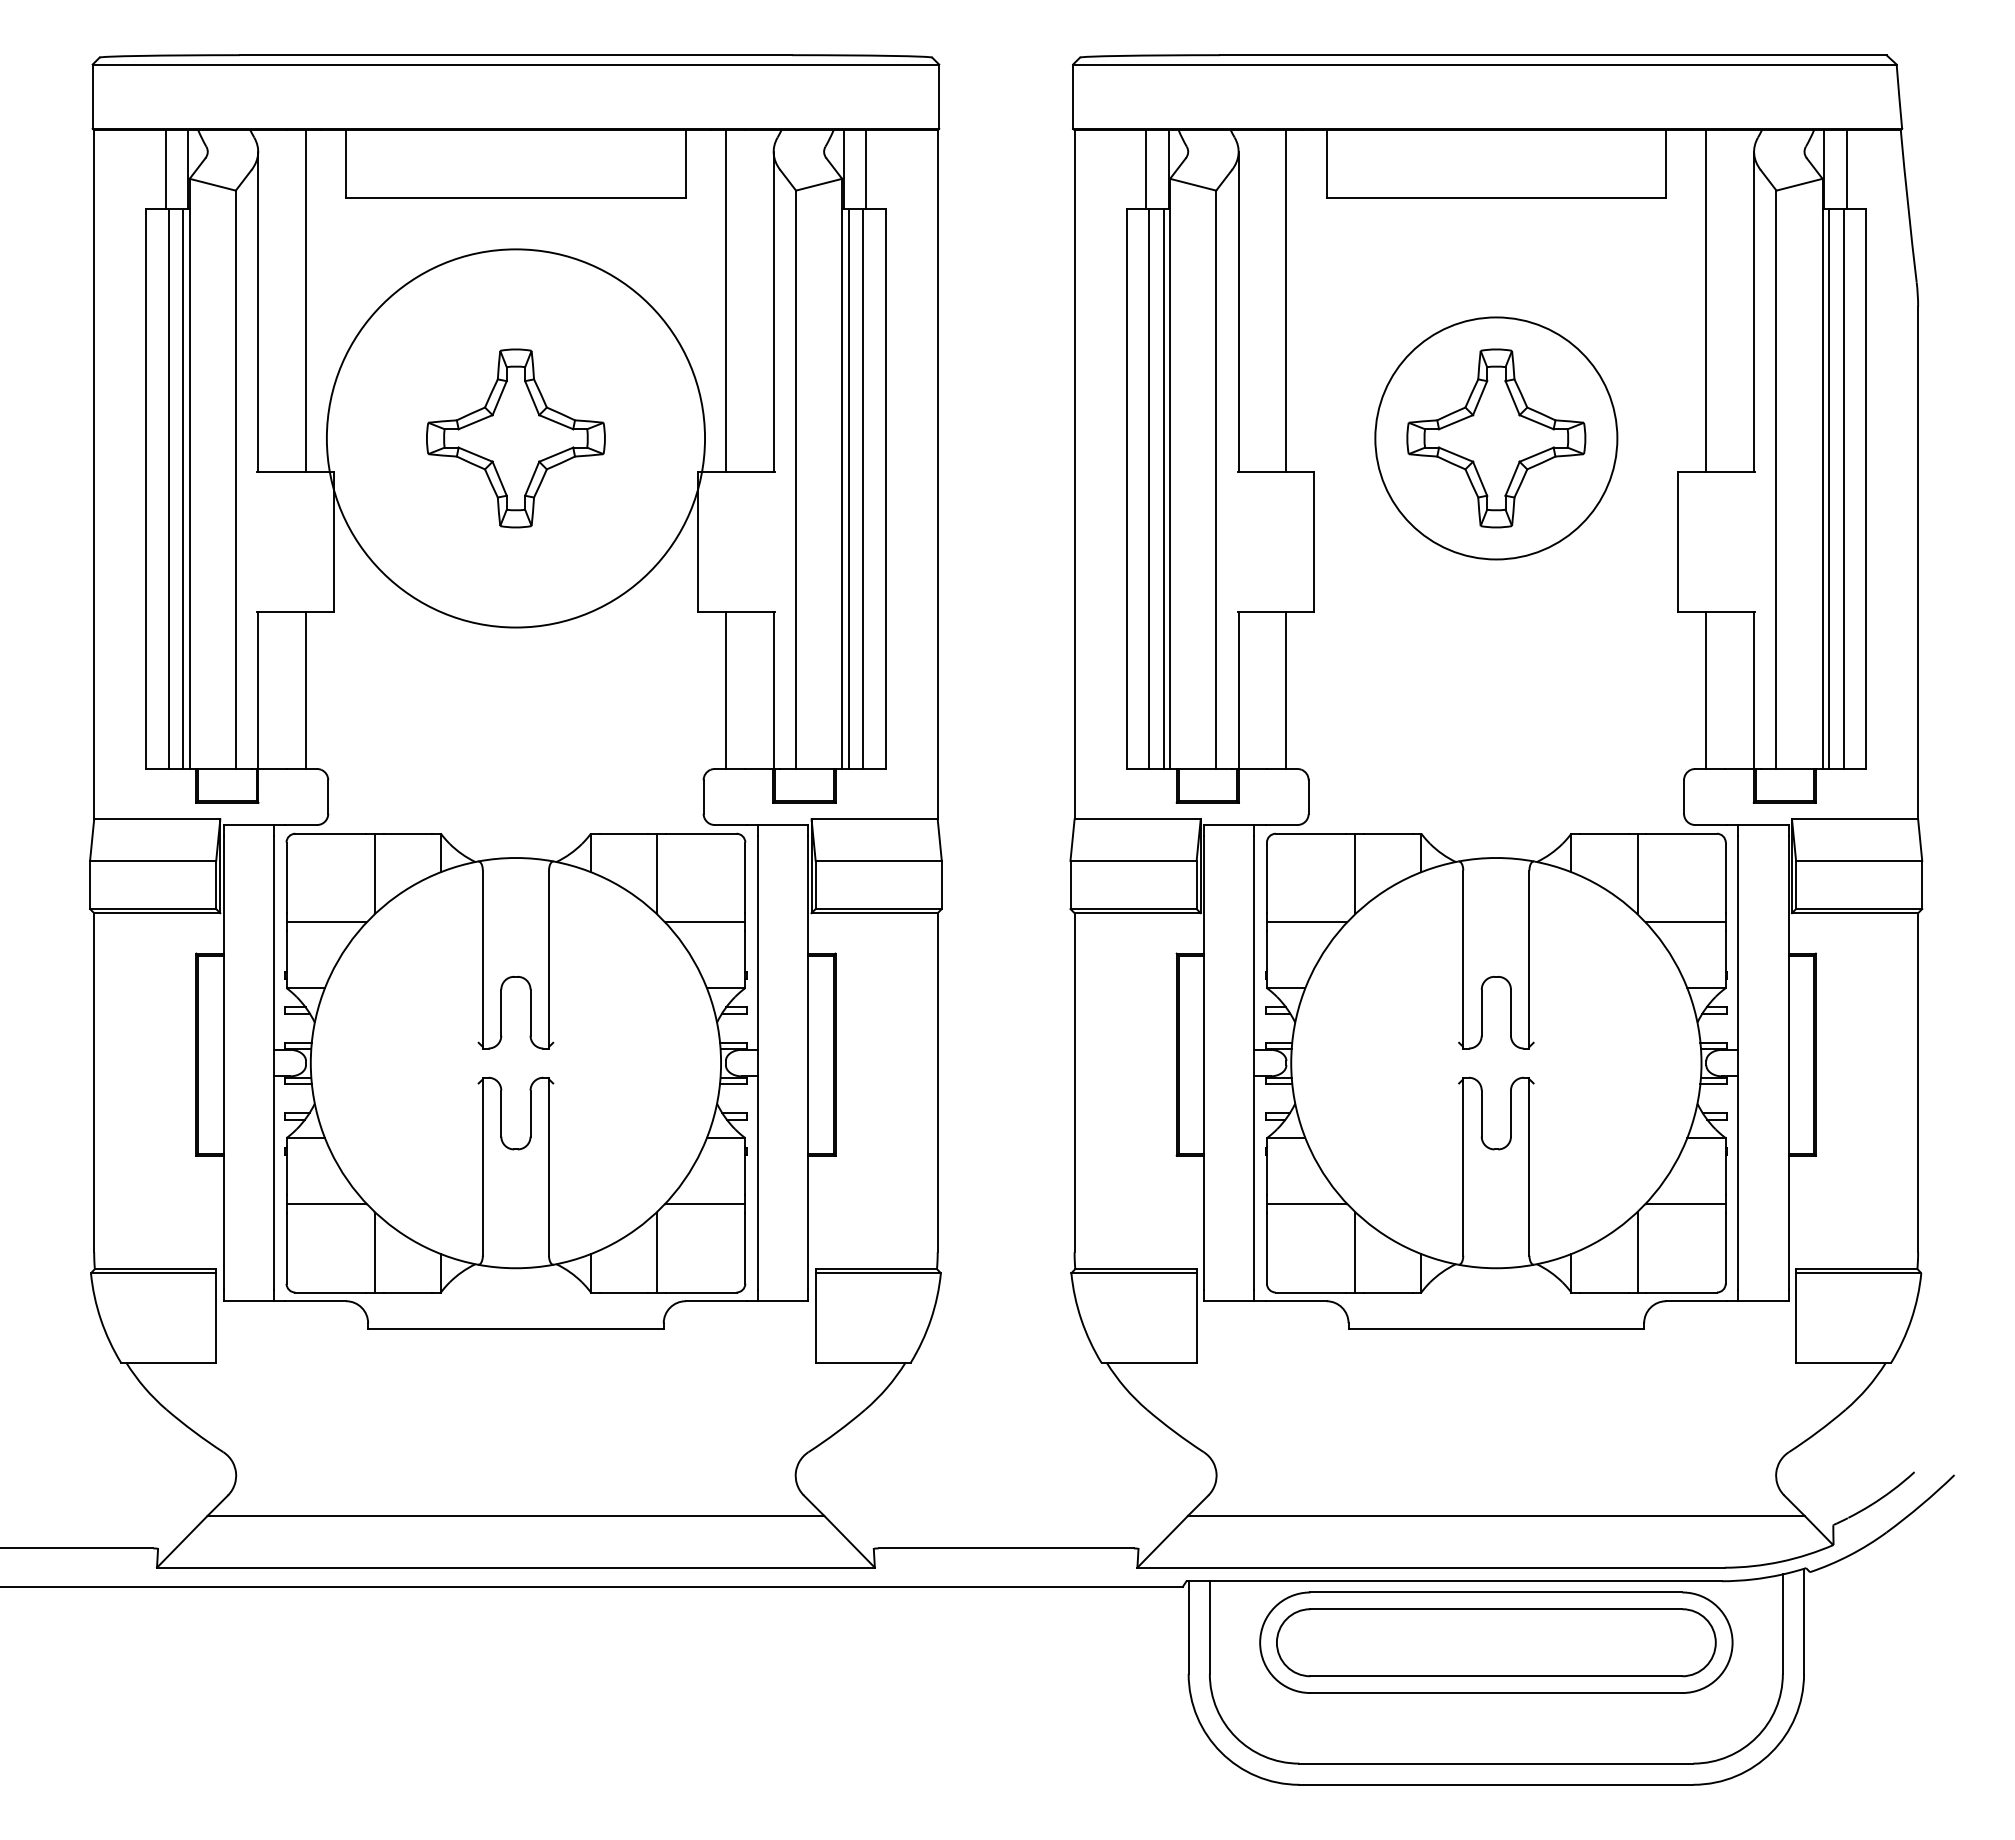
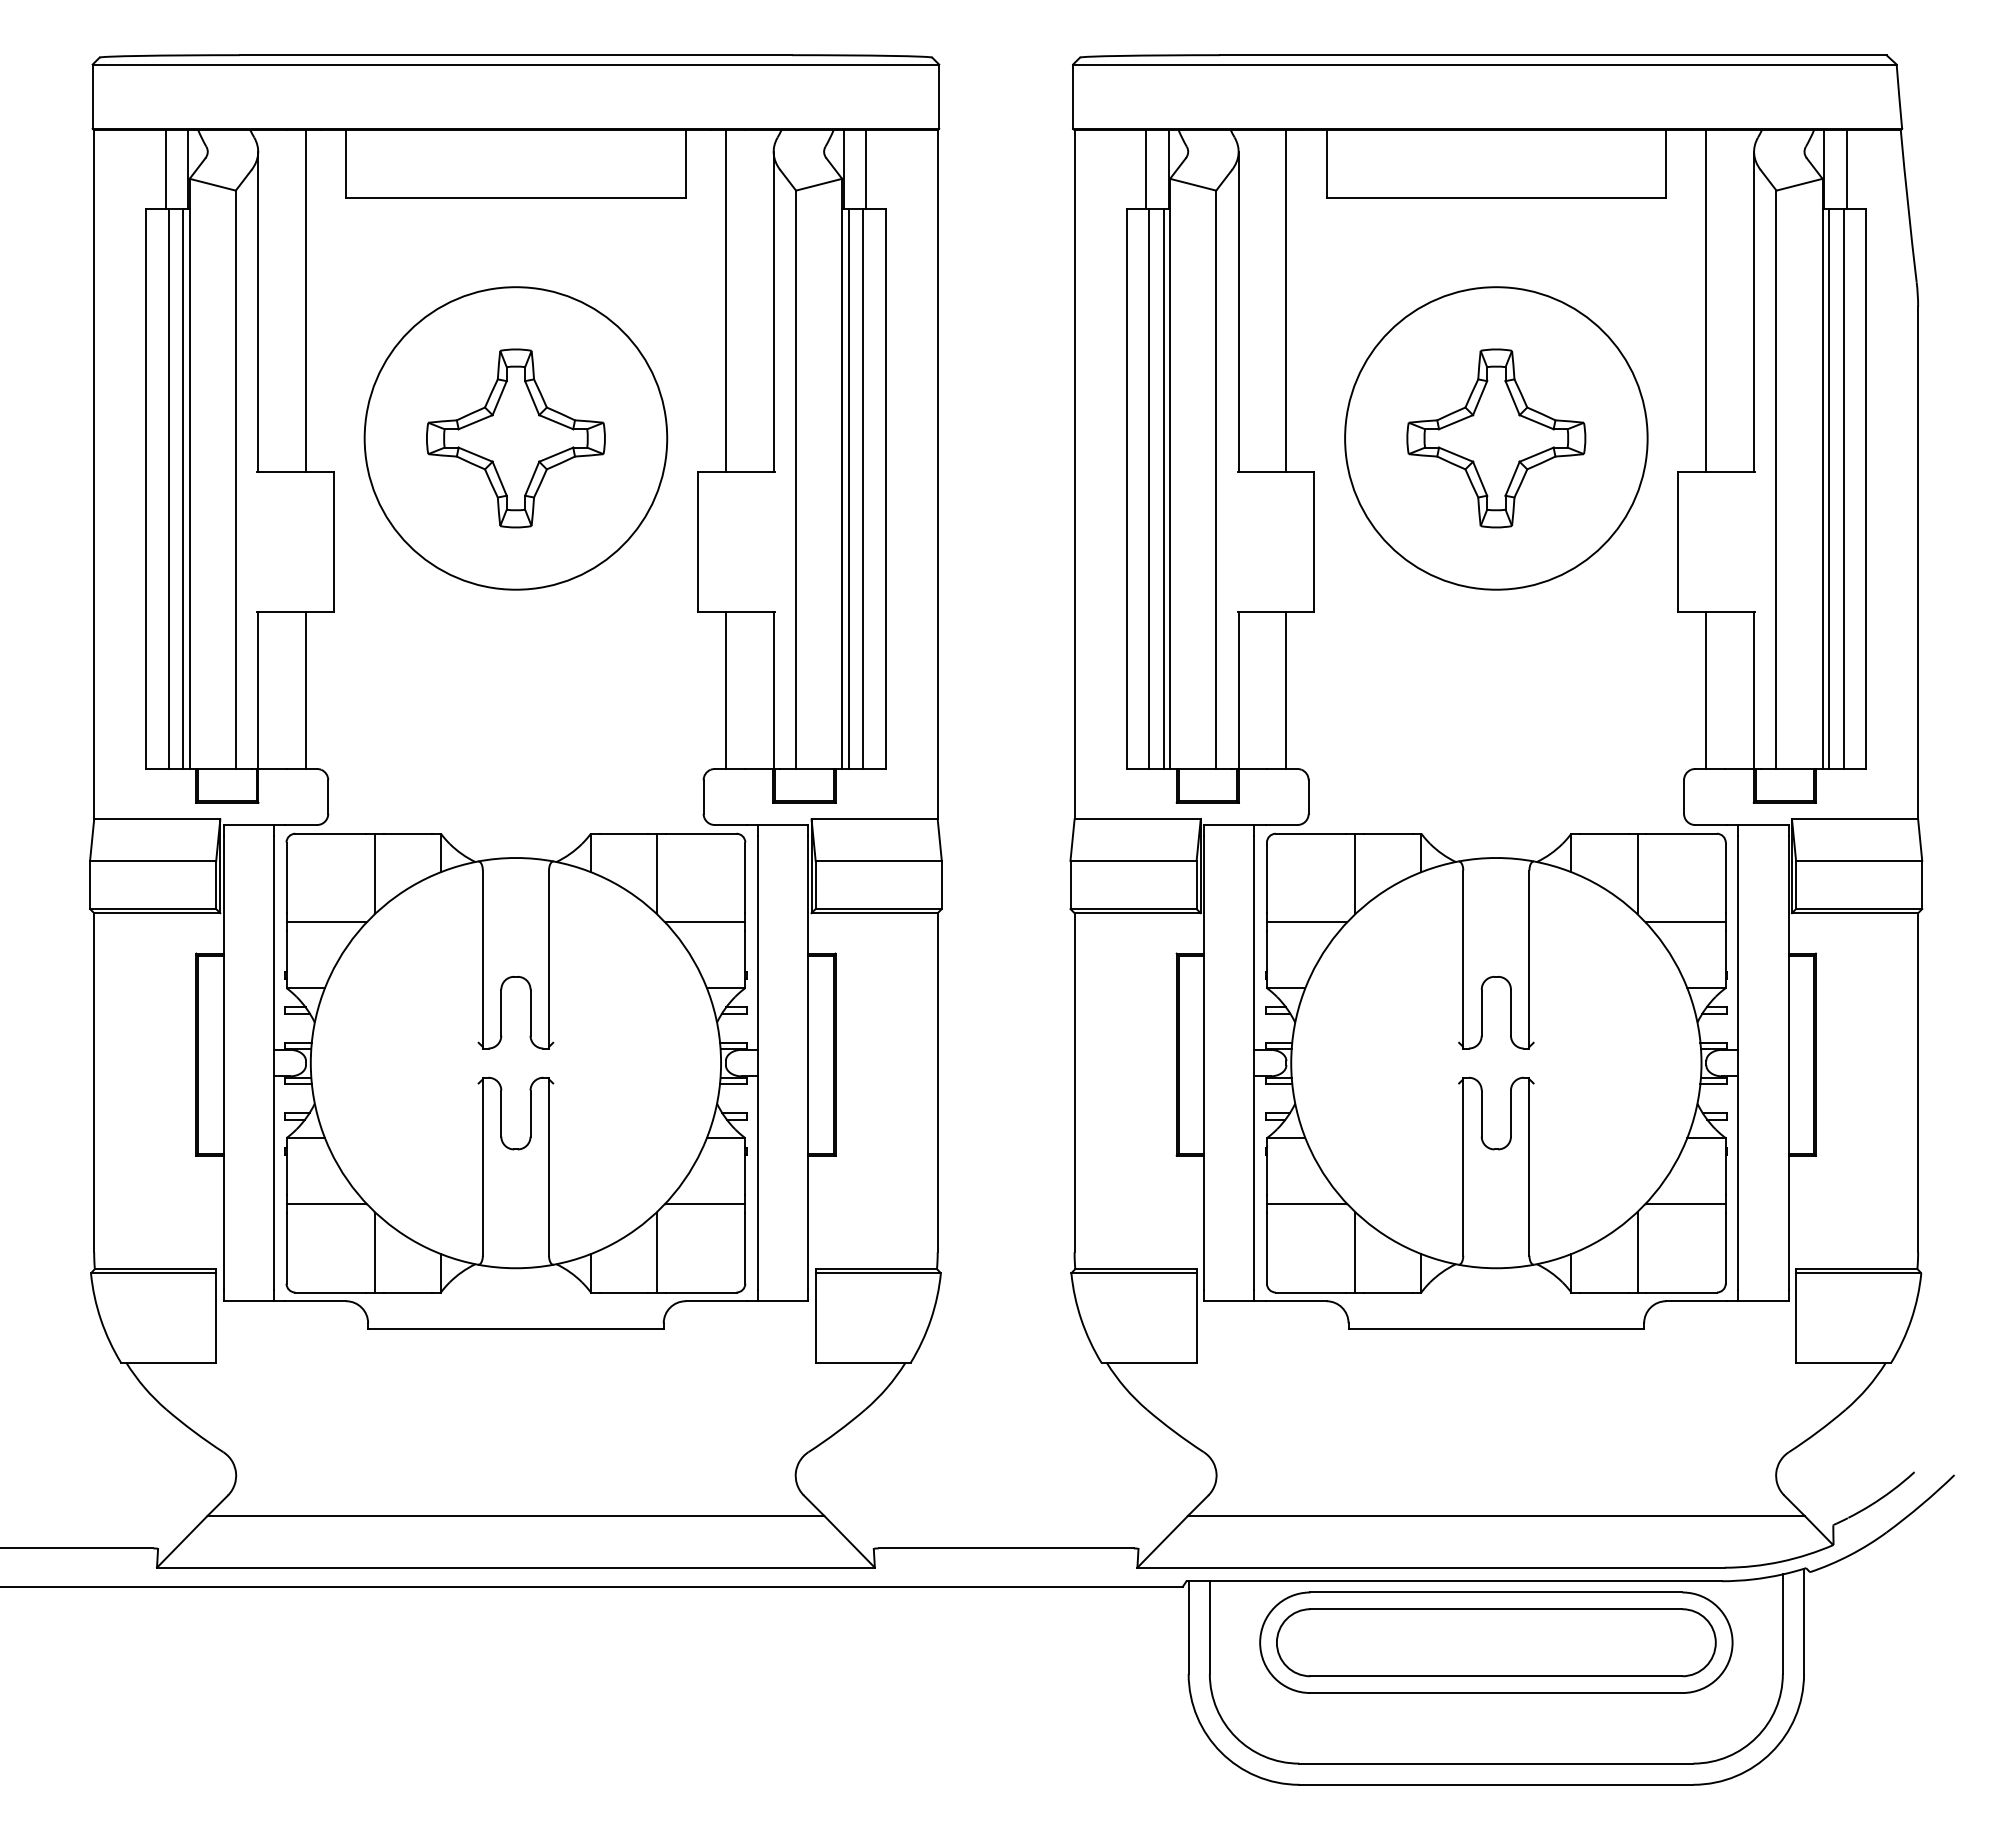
circle at (515, 438) diameter: 378 px -> 303 px
circle at (1496, 438) diameter: 242 px -> 303 px
